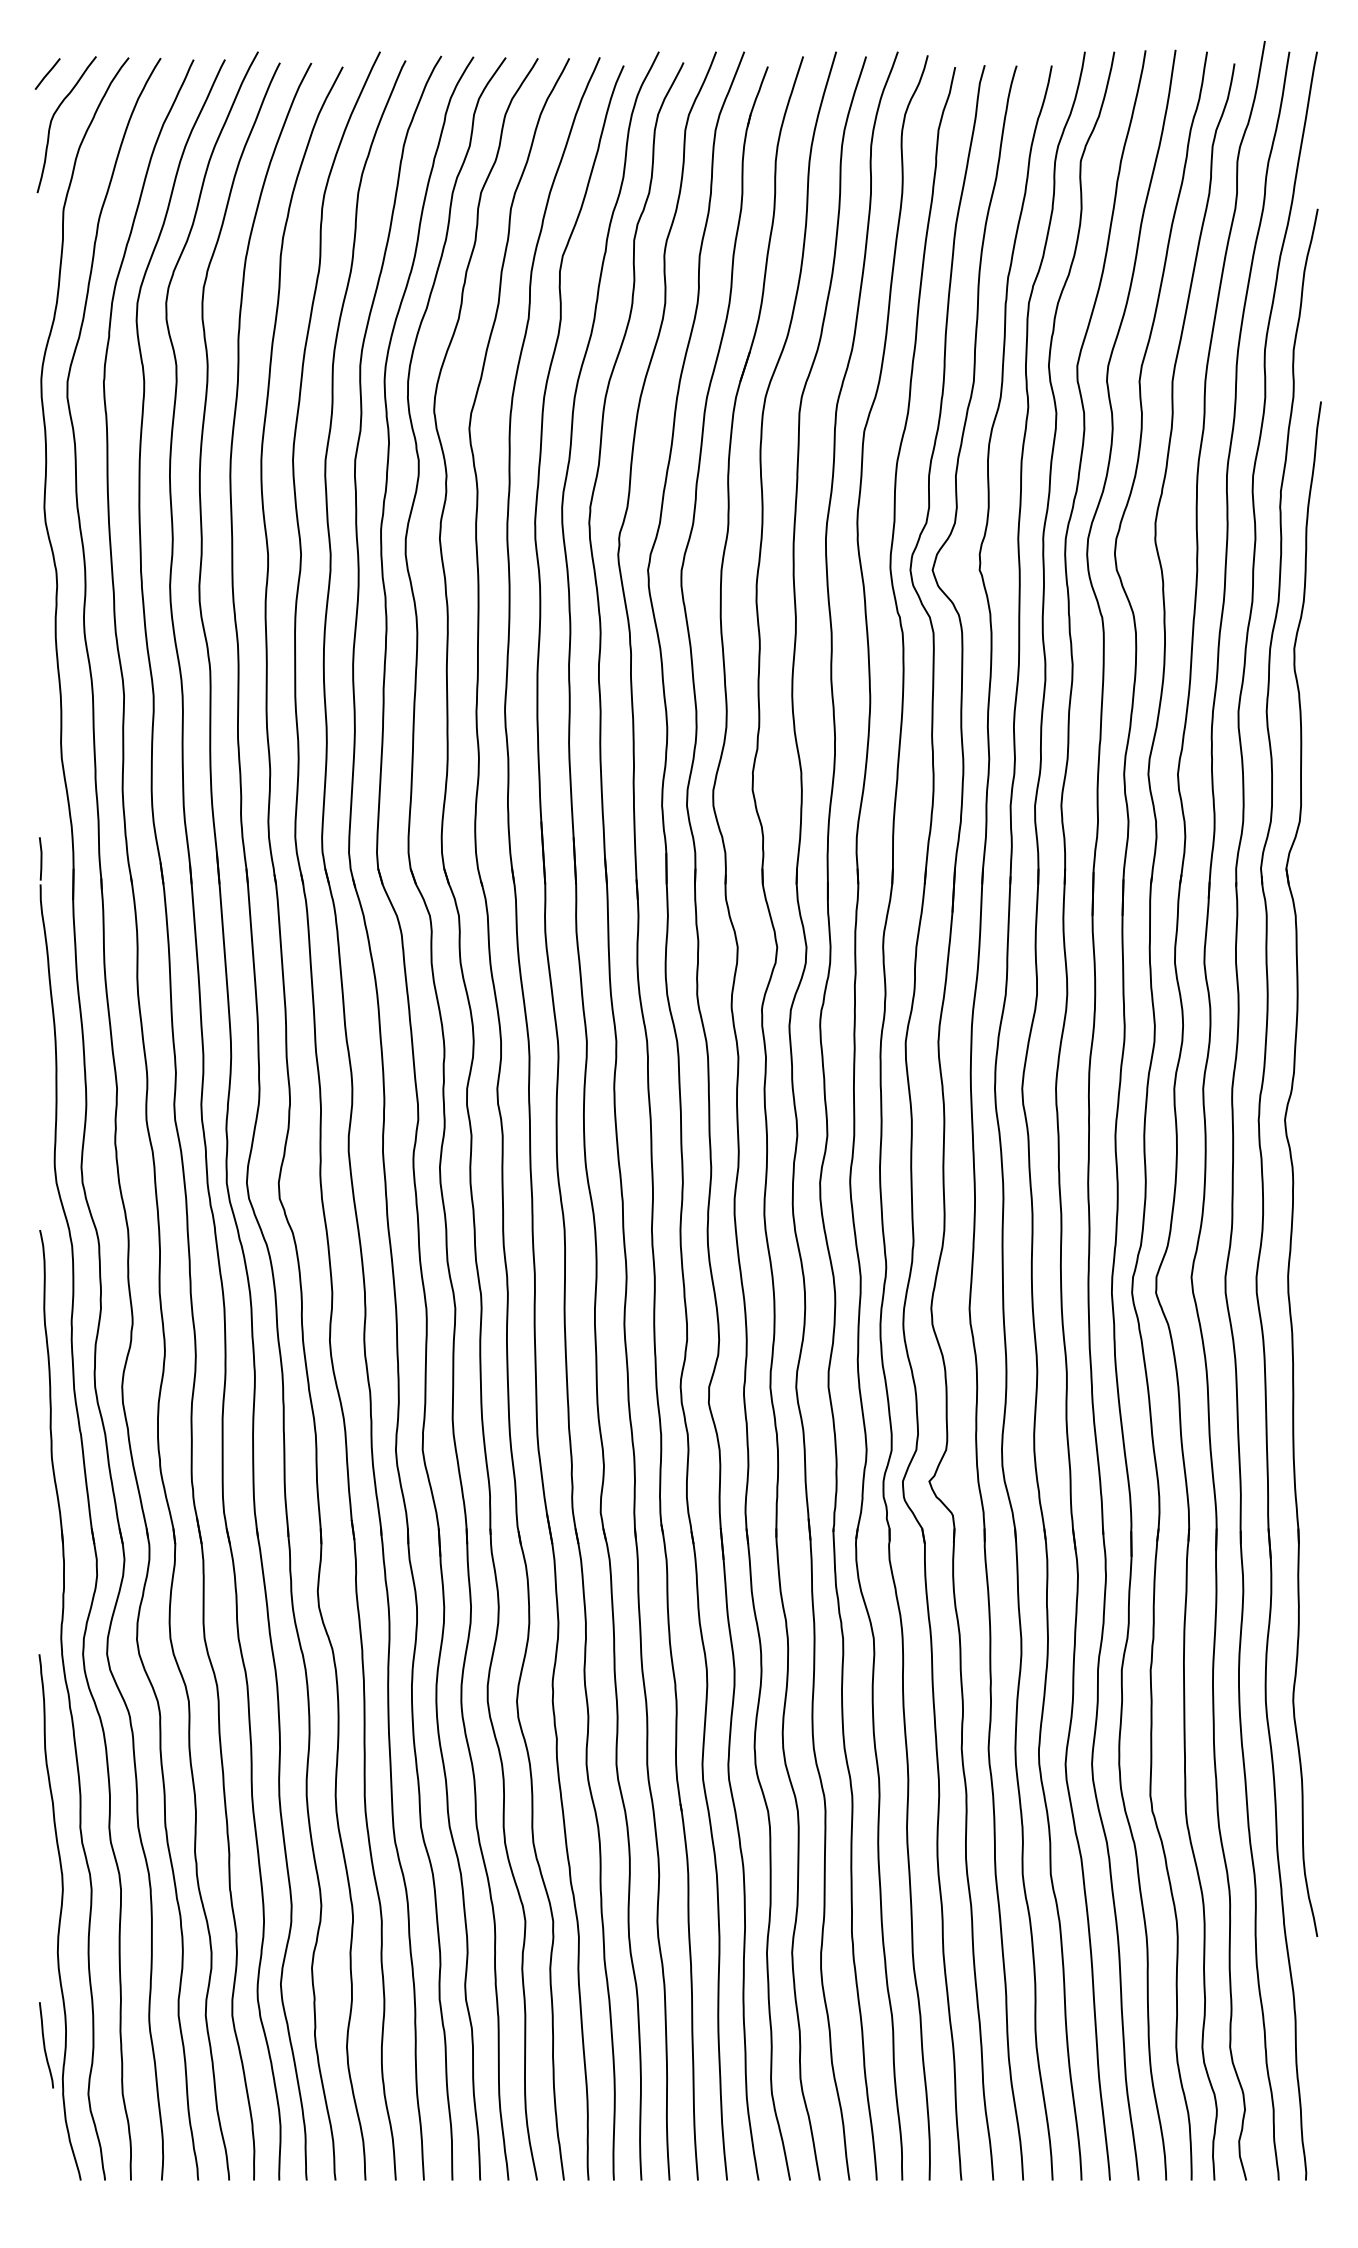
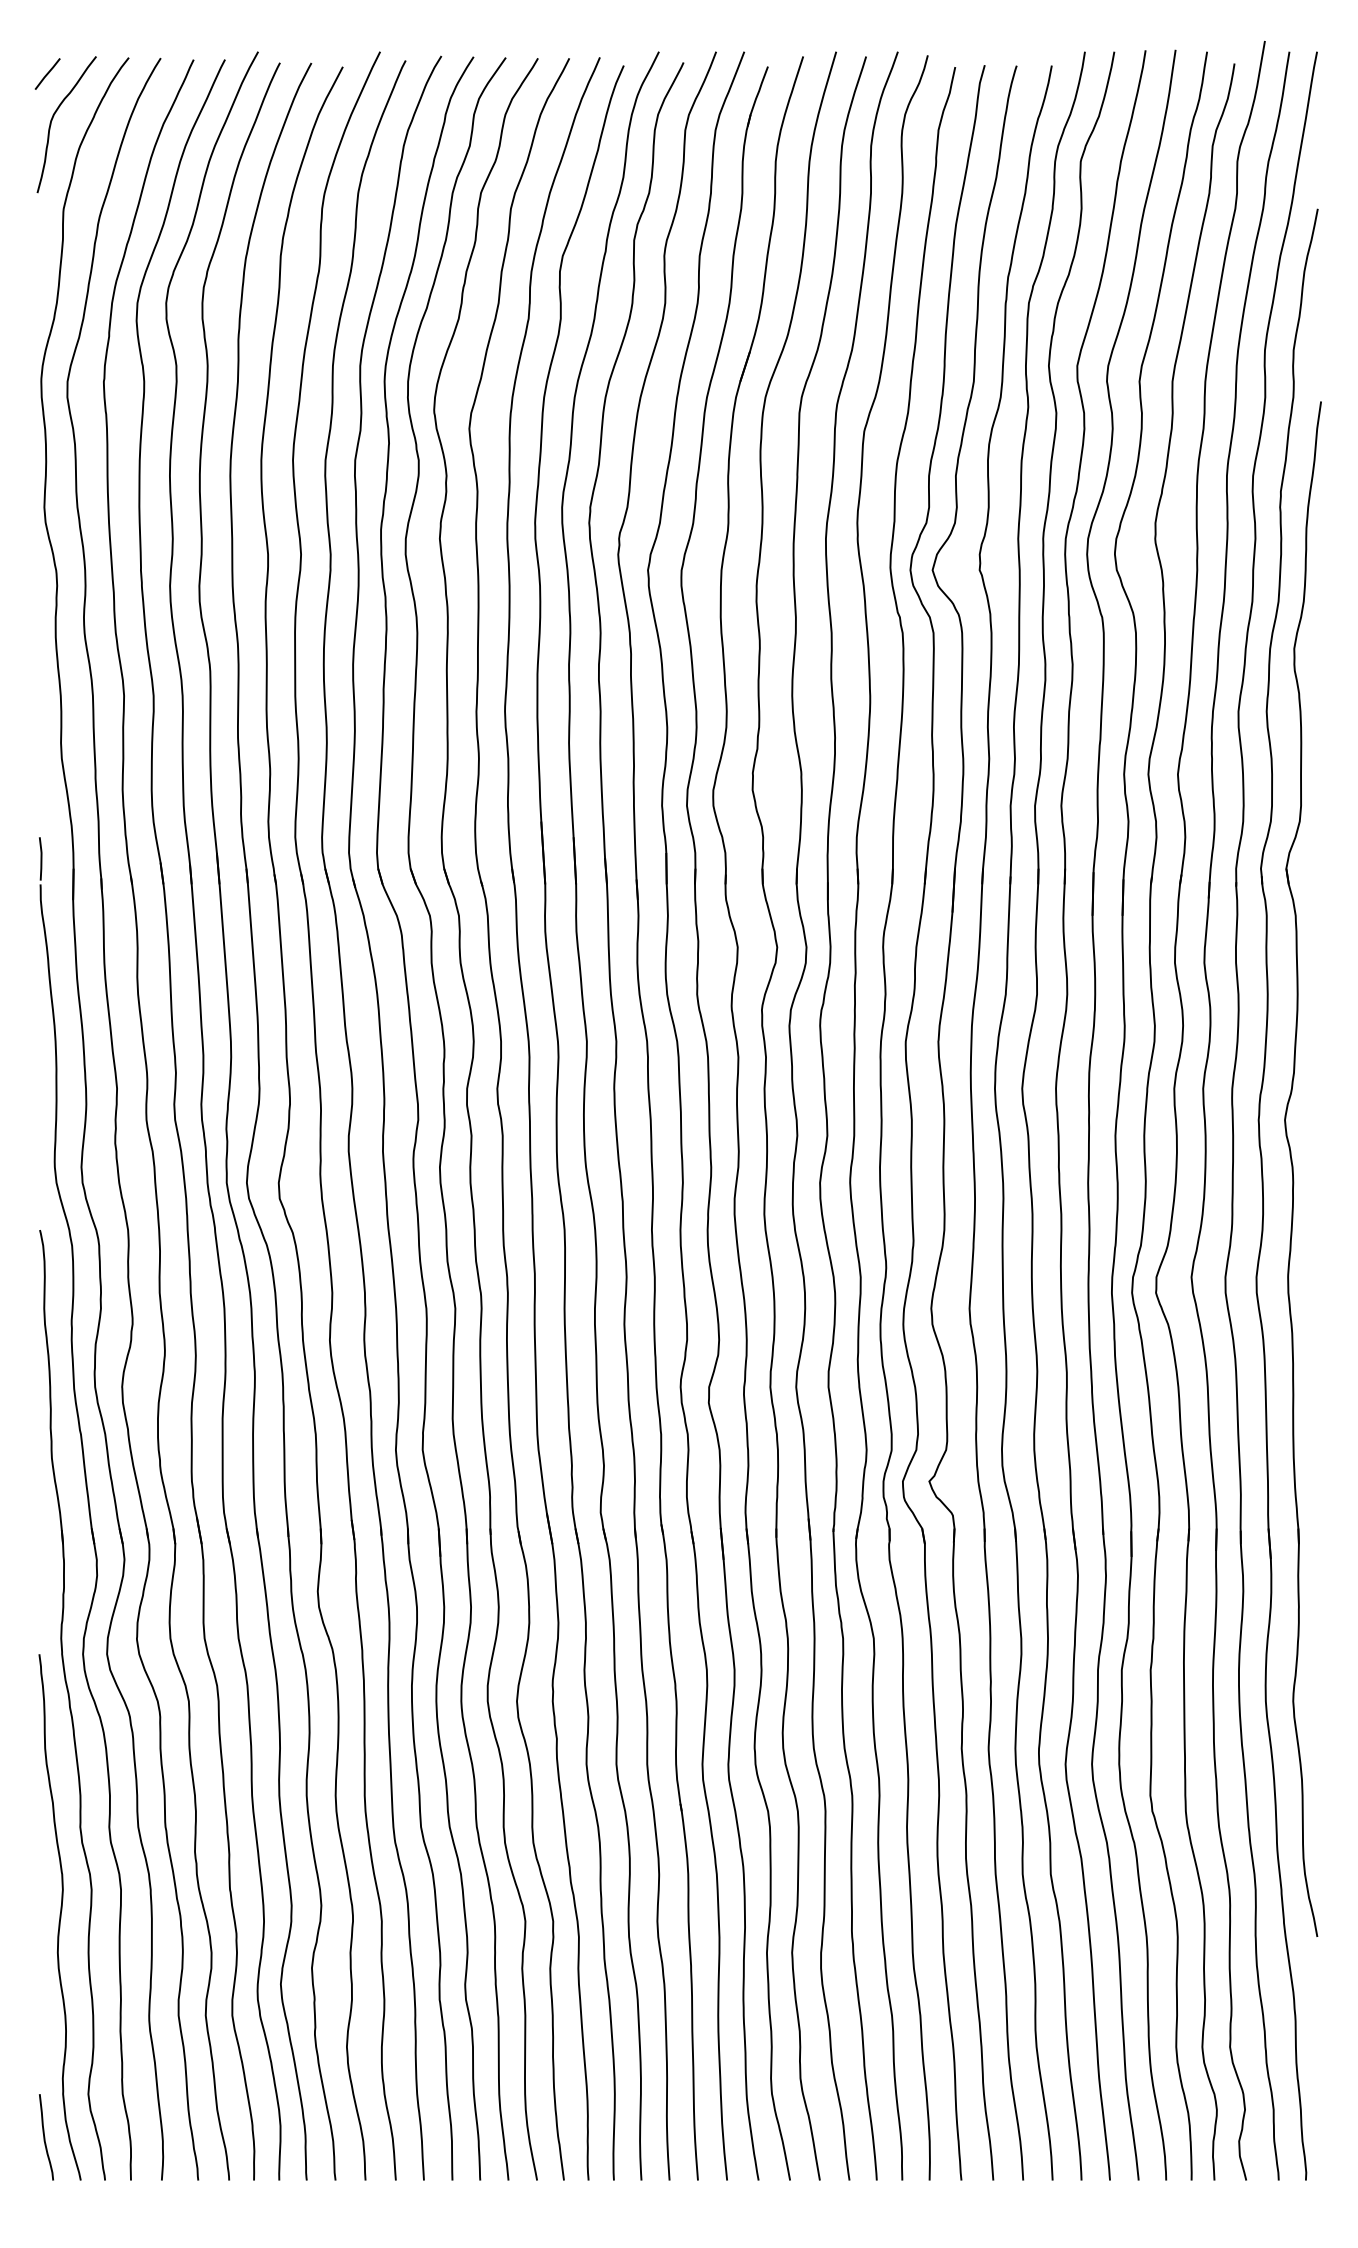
curve at (45, 2045) position: (45, 2045) -> (45, 2137)
